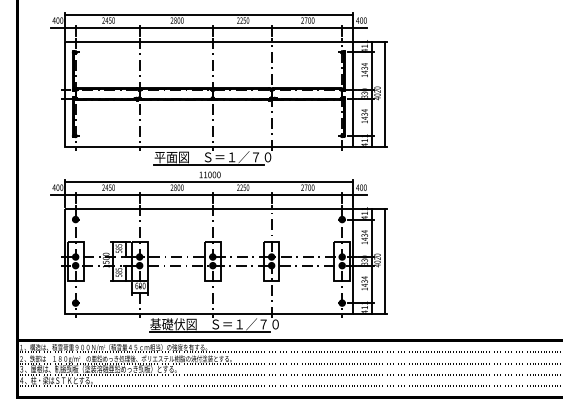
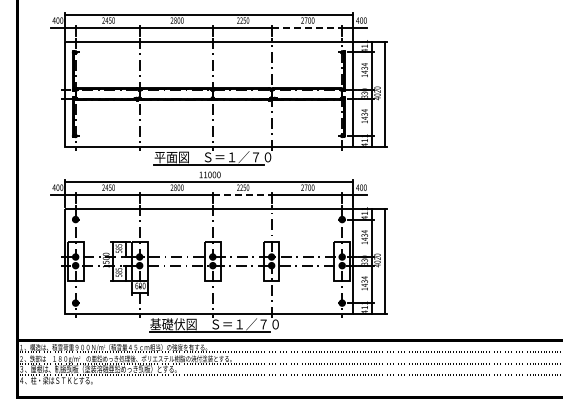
line at (307, 27): solid -> dashed
line at (242, 194): solid -> dashed
line at (287, 386): present -> none
